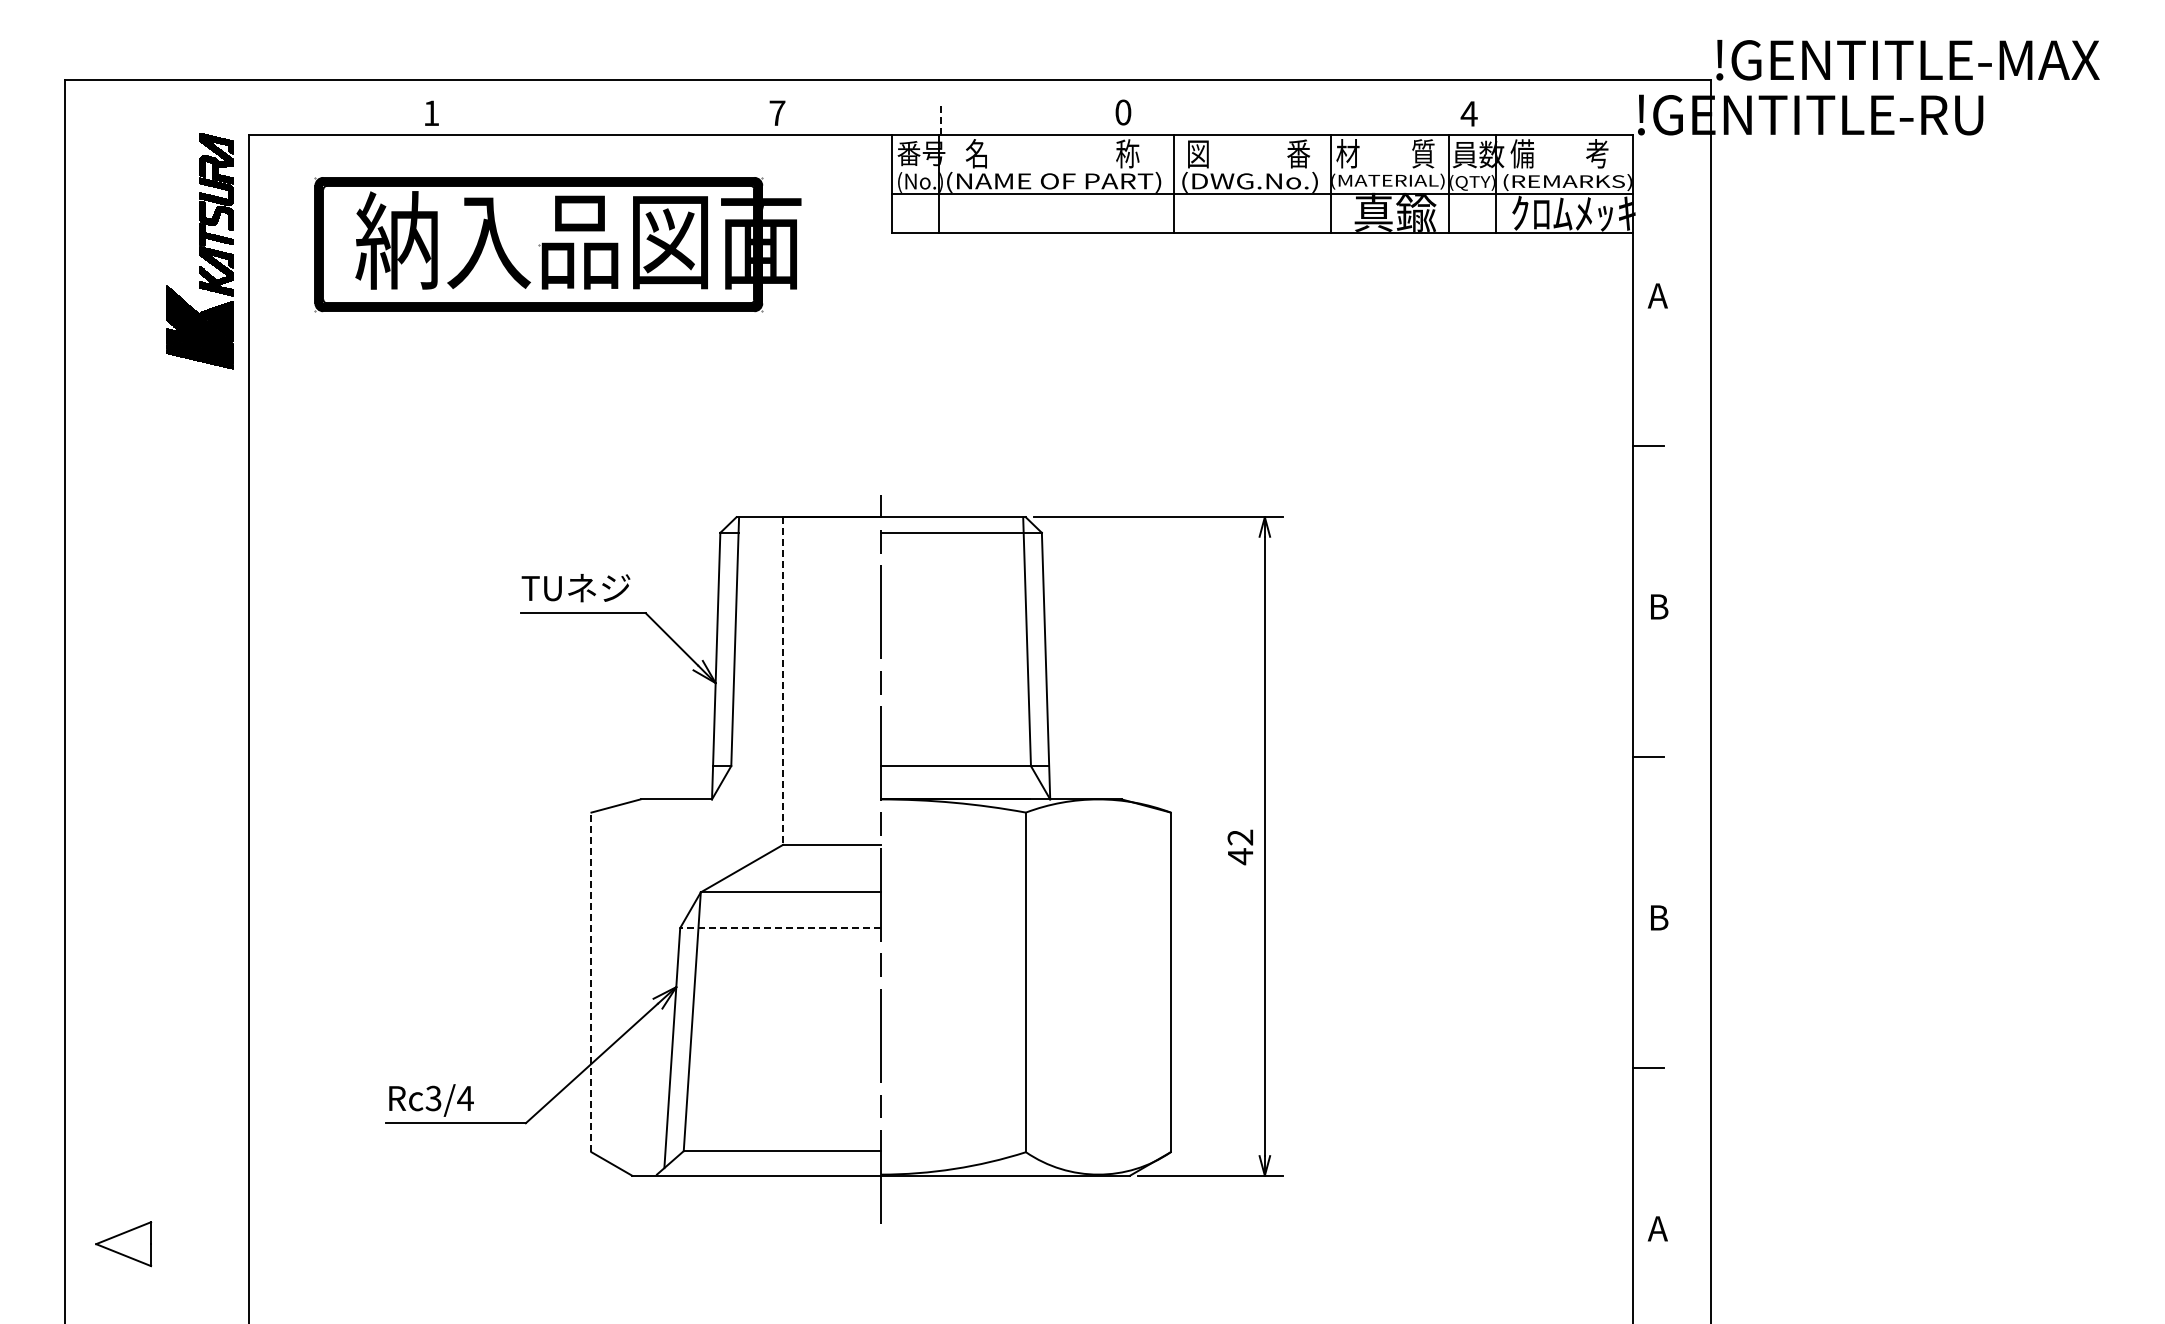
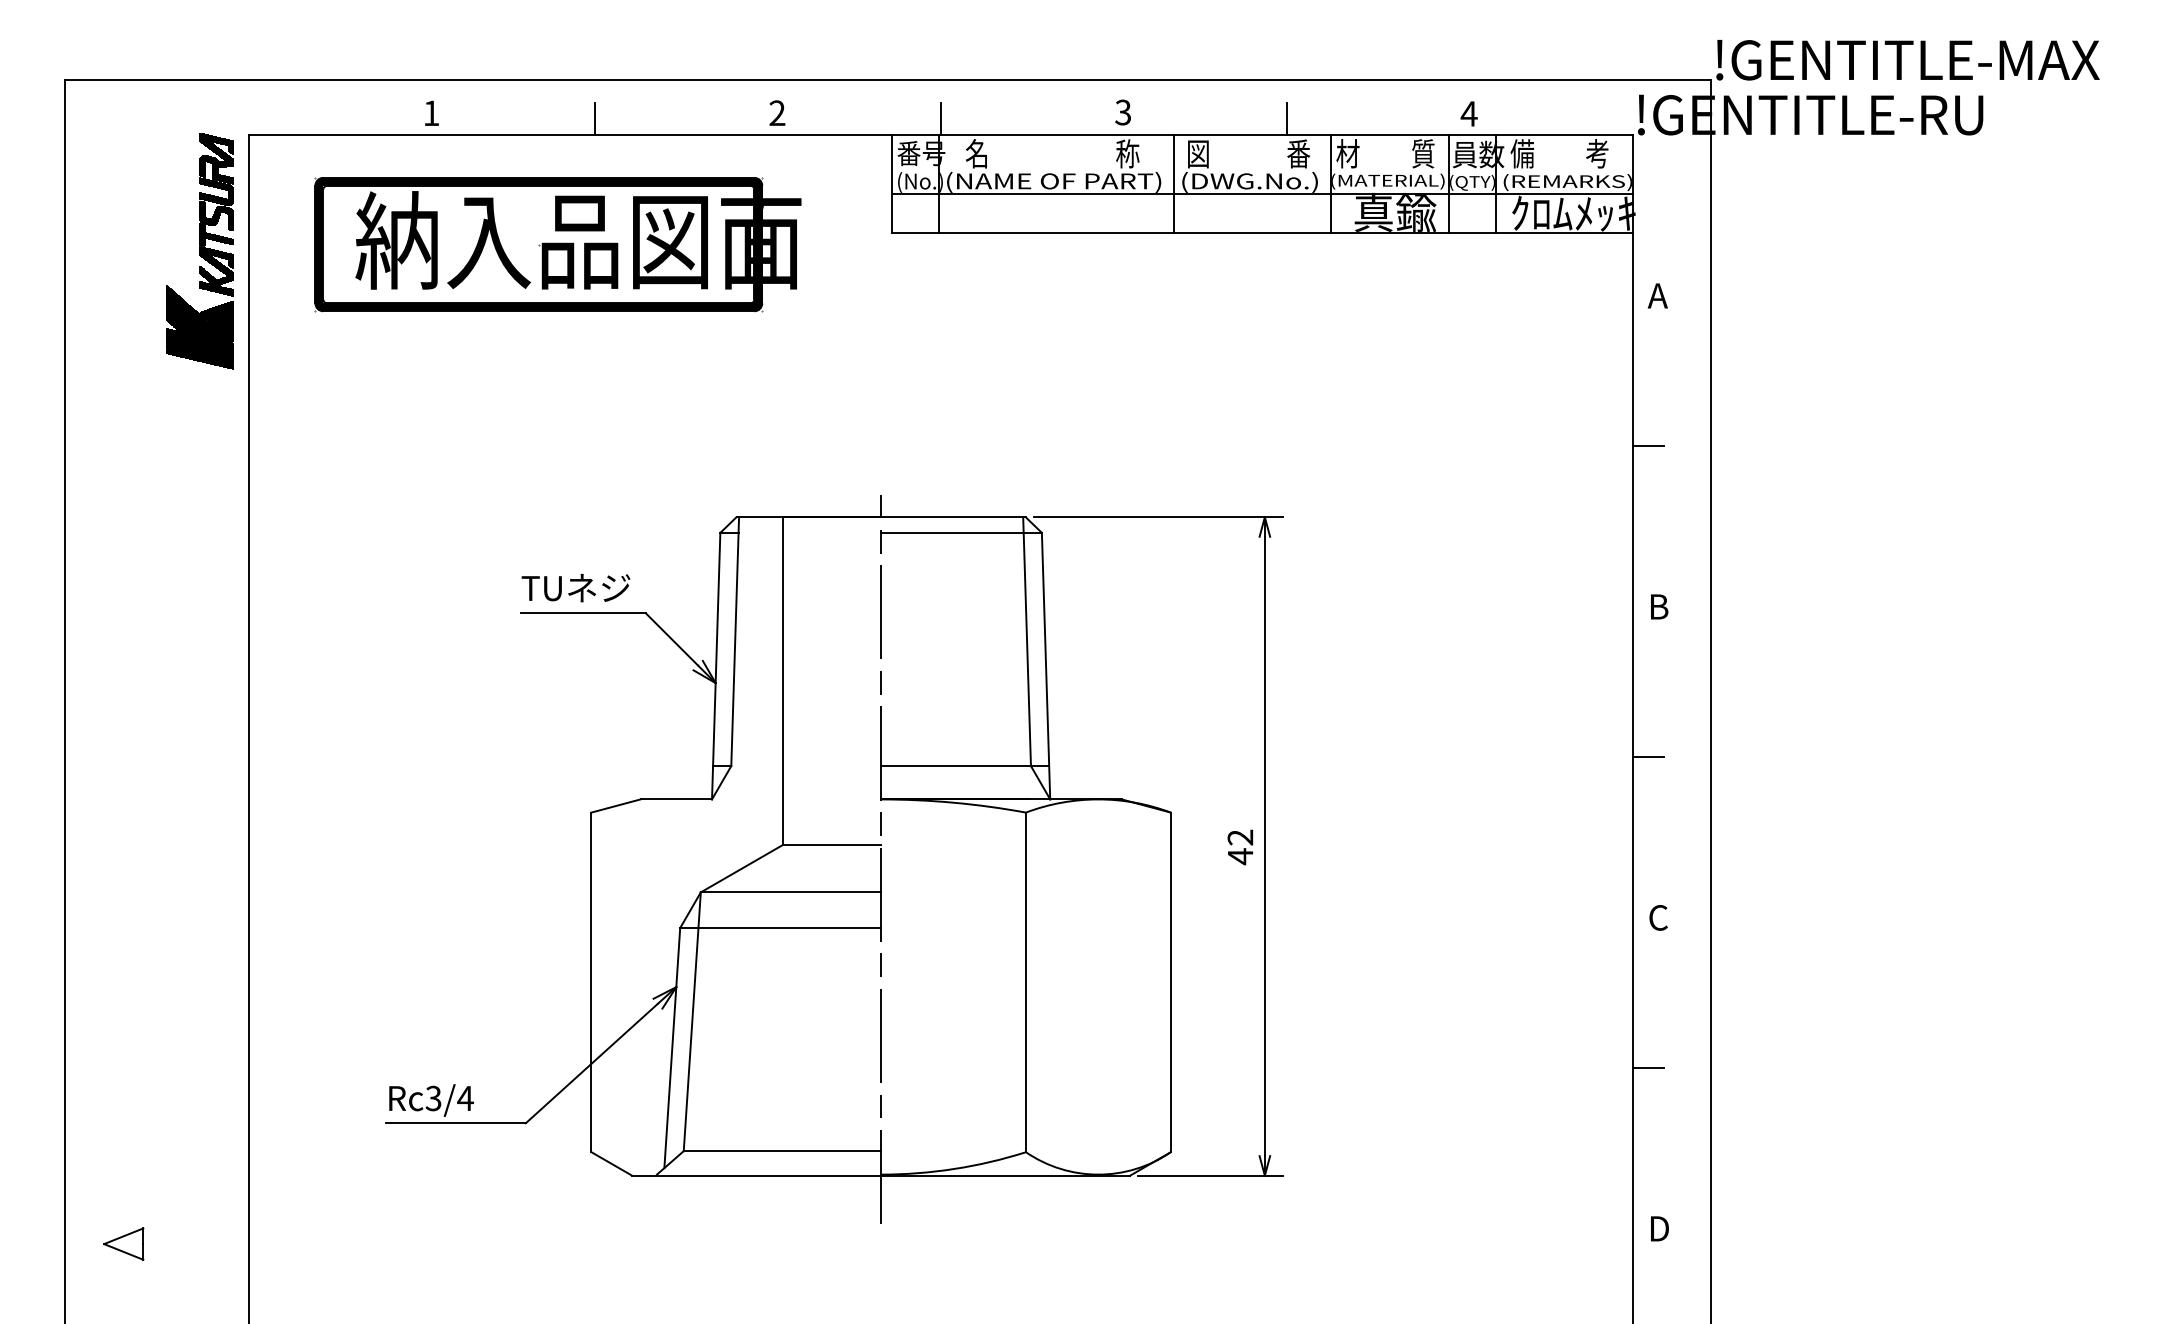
text at (777, 112): 7 -> 2
text at (1123, 112): 0 -> 3
line at (595, 118): none -> present
line at (1286, 118): none -> present
line at (941, 119): dashed -> solid
line at (783, 681): dashed -> solid
text at (1658, 917): B -> C
line at (780, 928): dashed -> solid
line at (591, 982): dashed -> solid
text at (1657, 1228): A -> D
part at (123, 1244) size: 58x47 px -> 42x34 px
